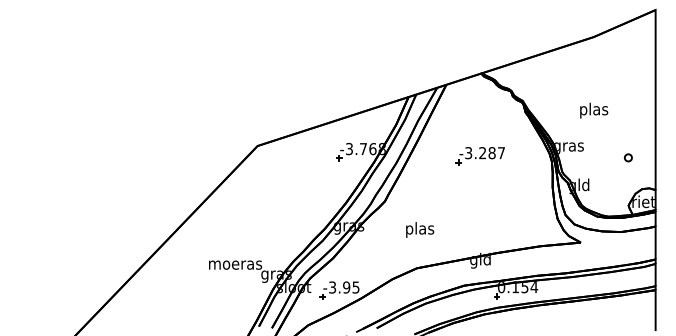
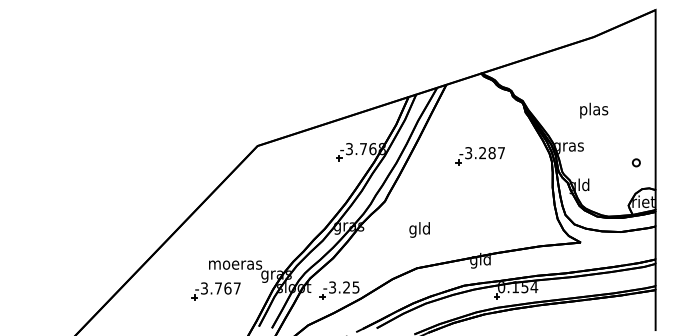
part at (628, 157) position: (628, 157) -> (636, 162)
text at (420, 229): plas -> gld
text at (346, 287): -3.95 -> -3.25
part at (215, 291): none -> present
